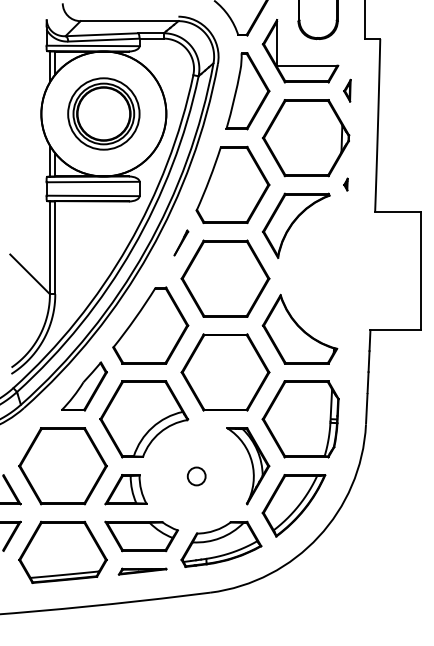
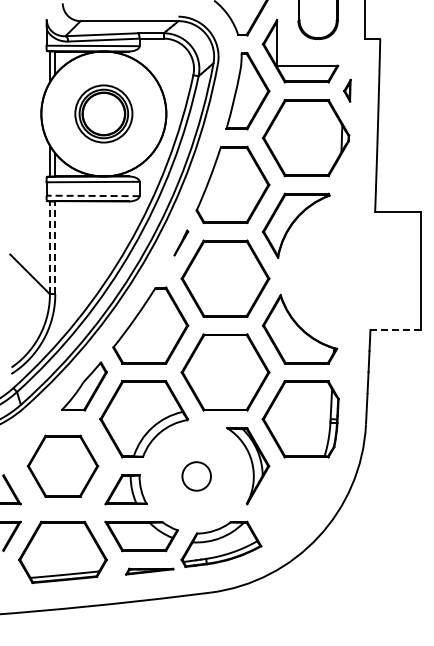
part at (103, 113) size: 74x74 px -> 60x60 px
part at (345, 184): present -> none
line at (93, 195): solid -> dashed
line at (49, 247): solid -> dashed
line at (55, 247): solid -> dashed
line at (395, 330): solid -> dashed
part at (62, 466) size: 90x79 px -> 74x64 px
circle at (196, 476) diameter: 18 px -> 29 px
part at (293, 505): present -> none
part at (142, 571) position: (142, 571) -> (149, 571)
